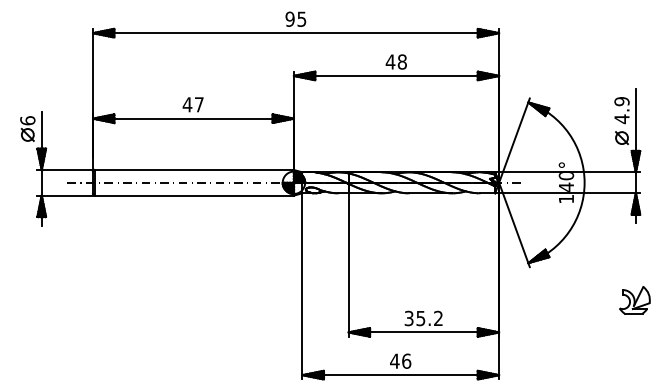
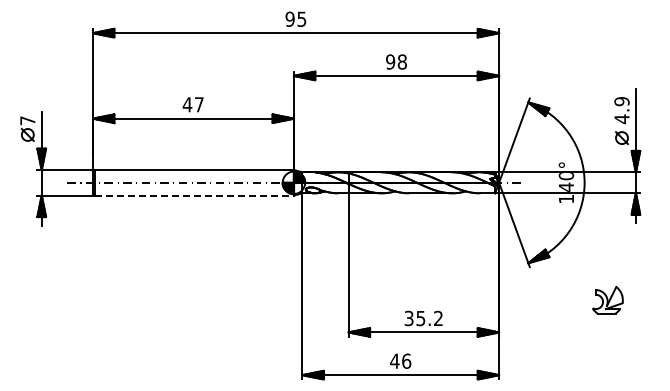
text at (390, 61): 48 -> 98
text at (27, 120): 6 -> 7
line at (194, 195): solid -> dashed
part at (634, 300) position: (634, 300) -> (607, 300)
